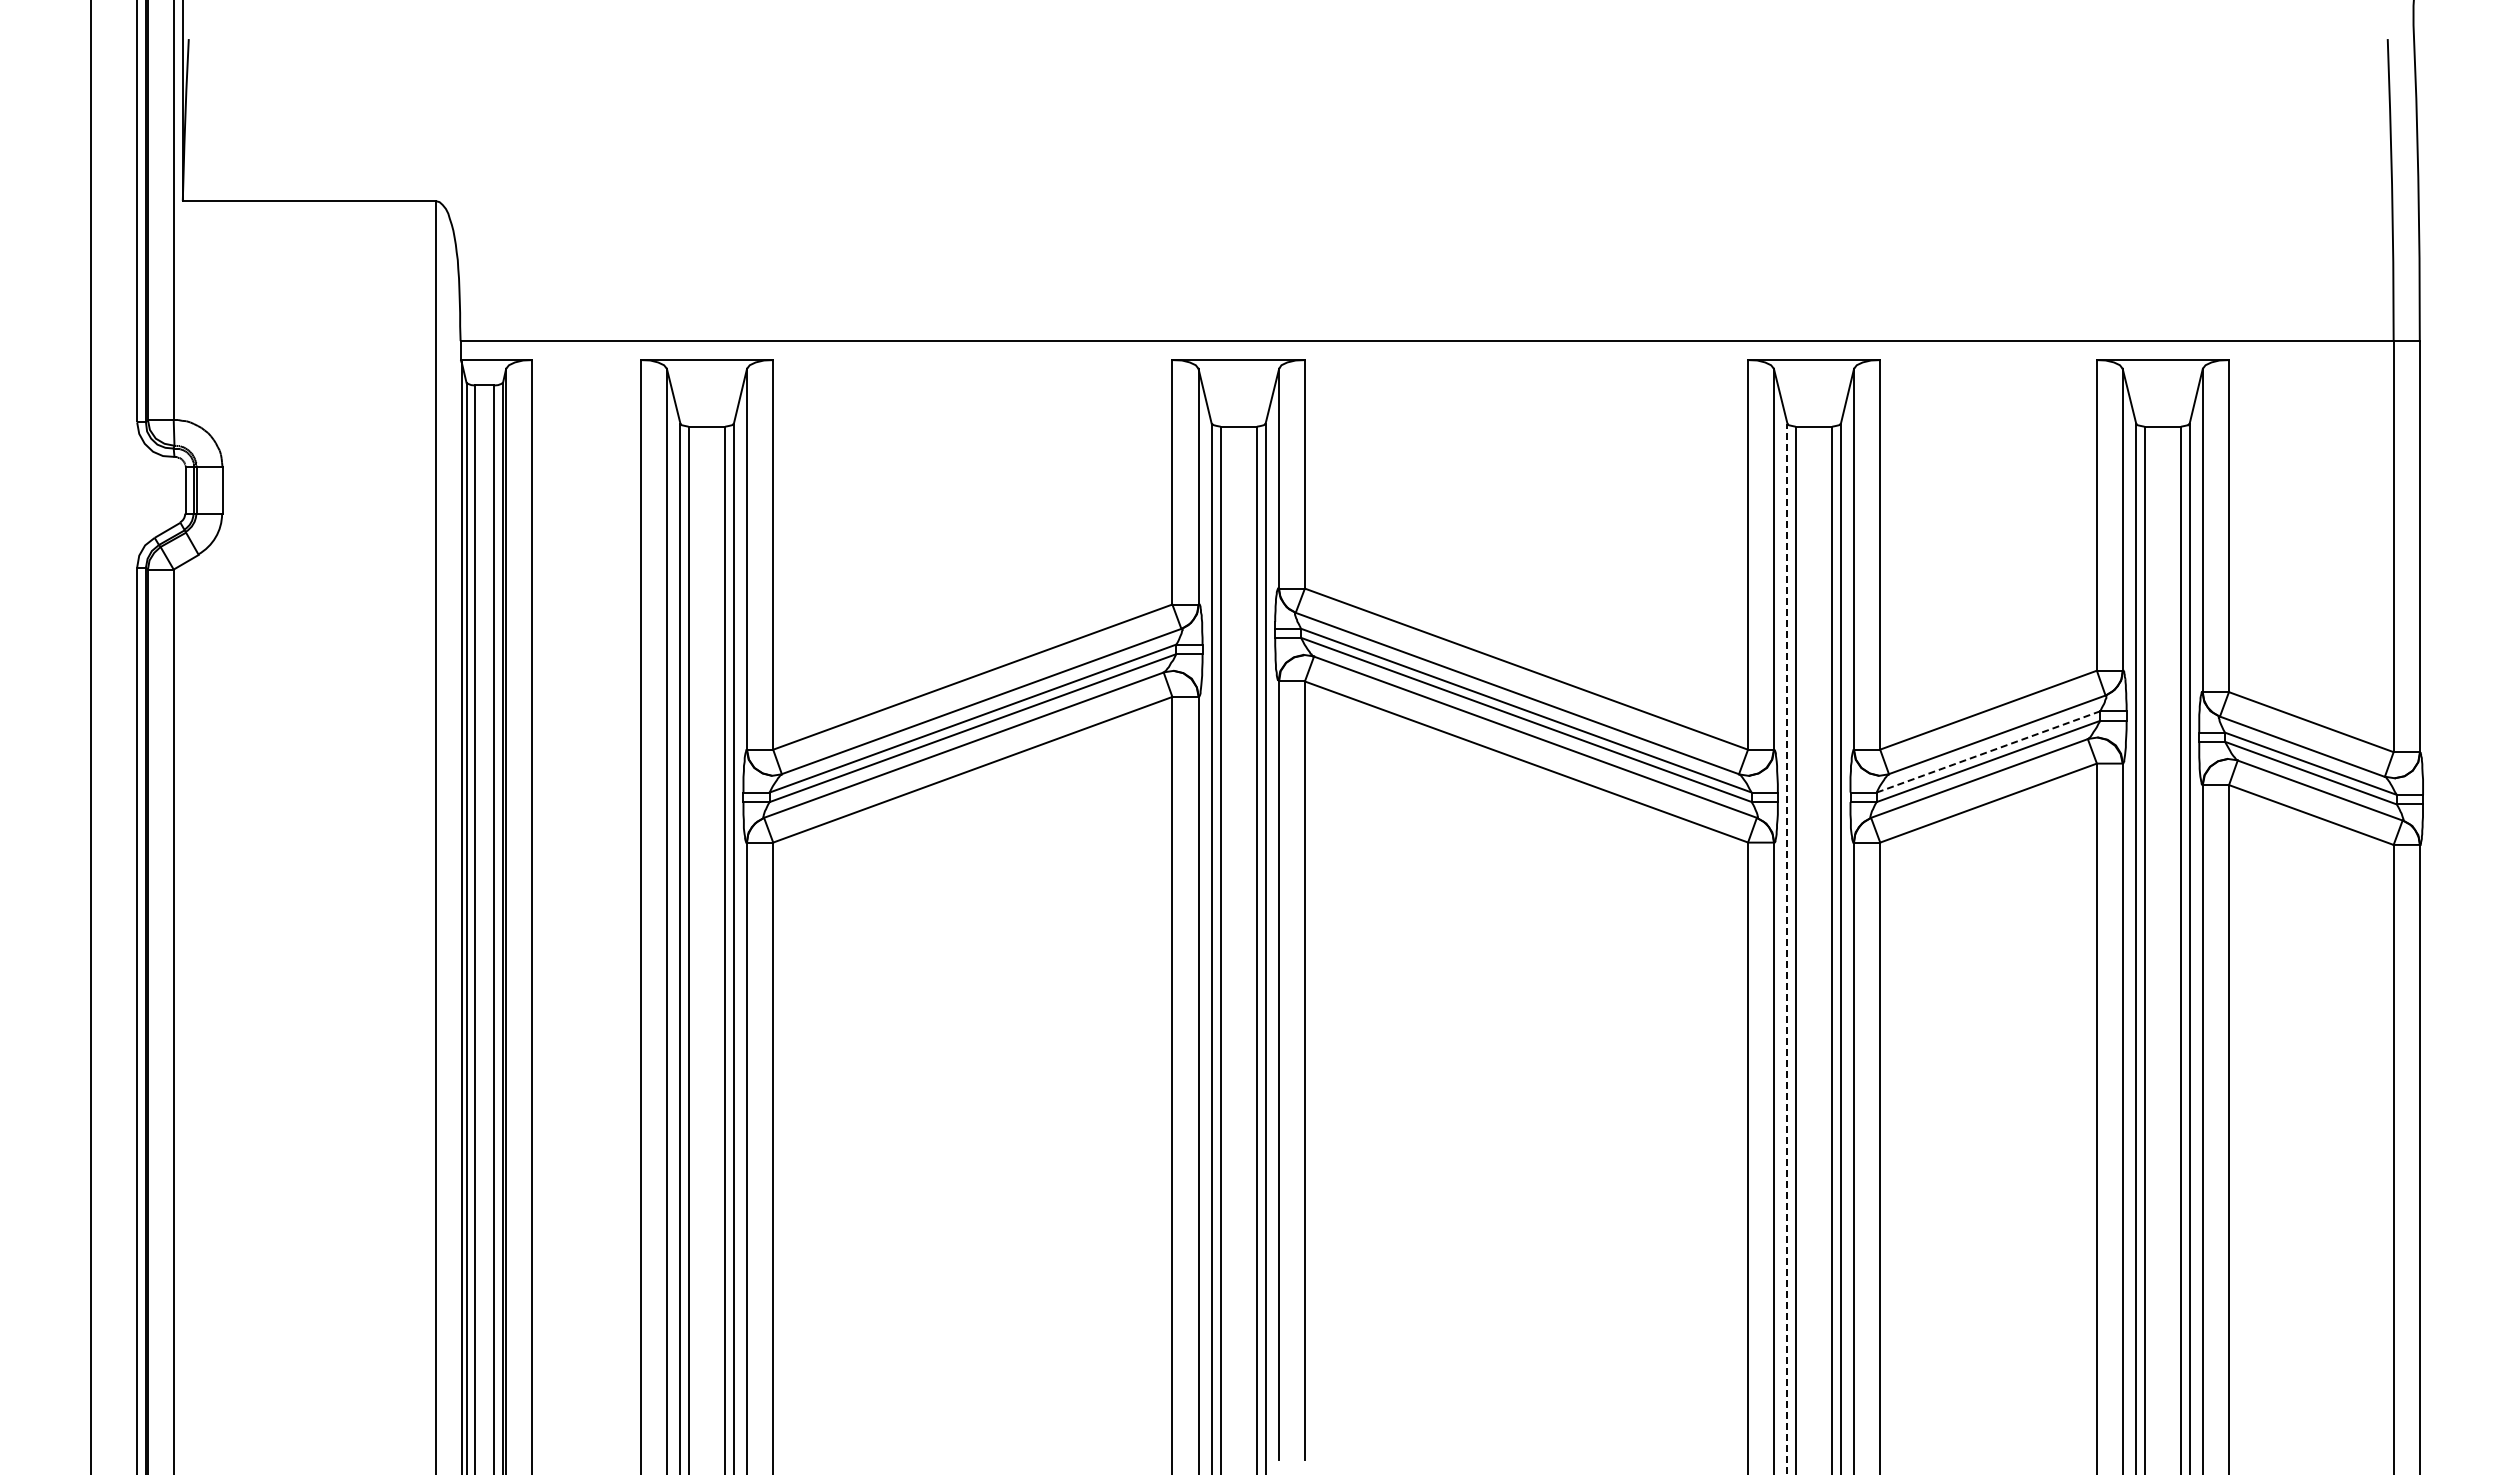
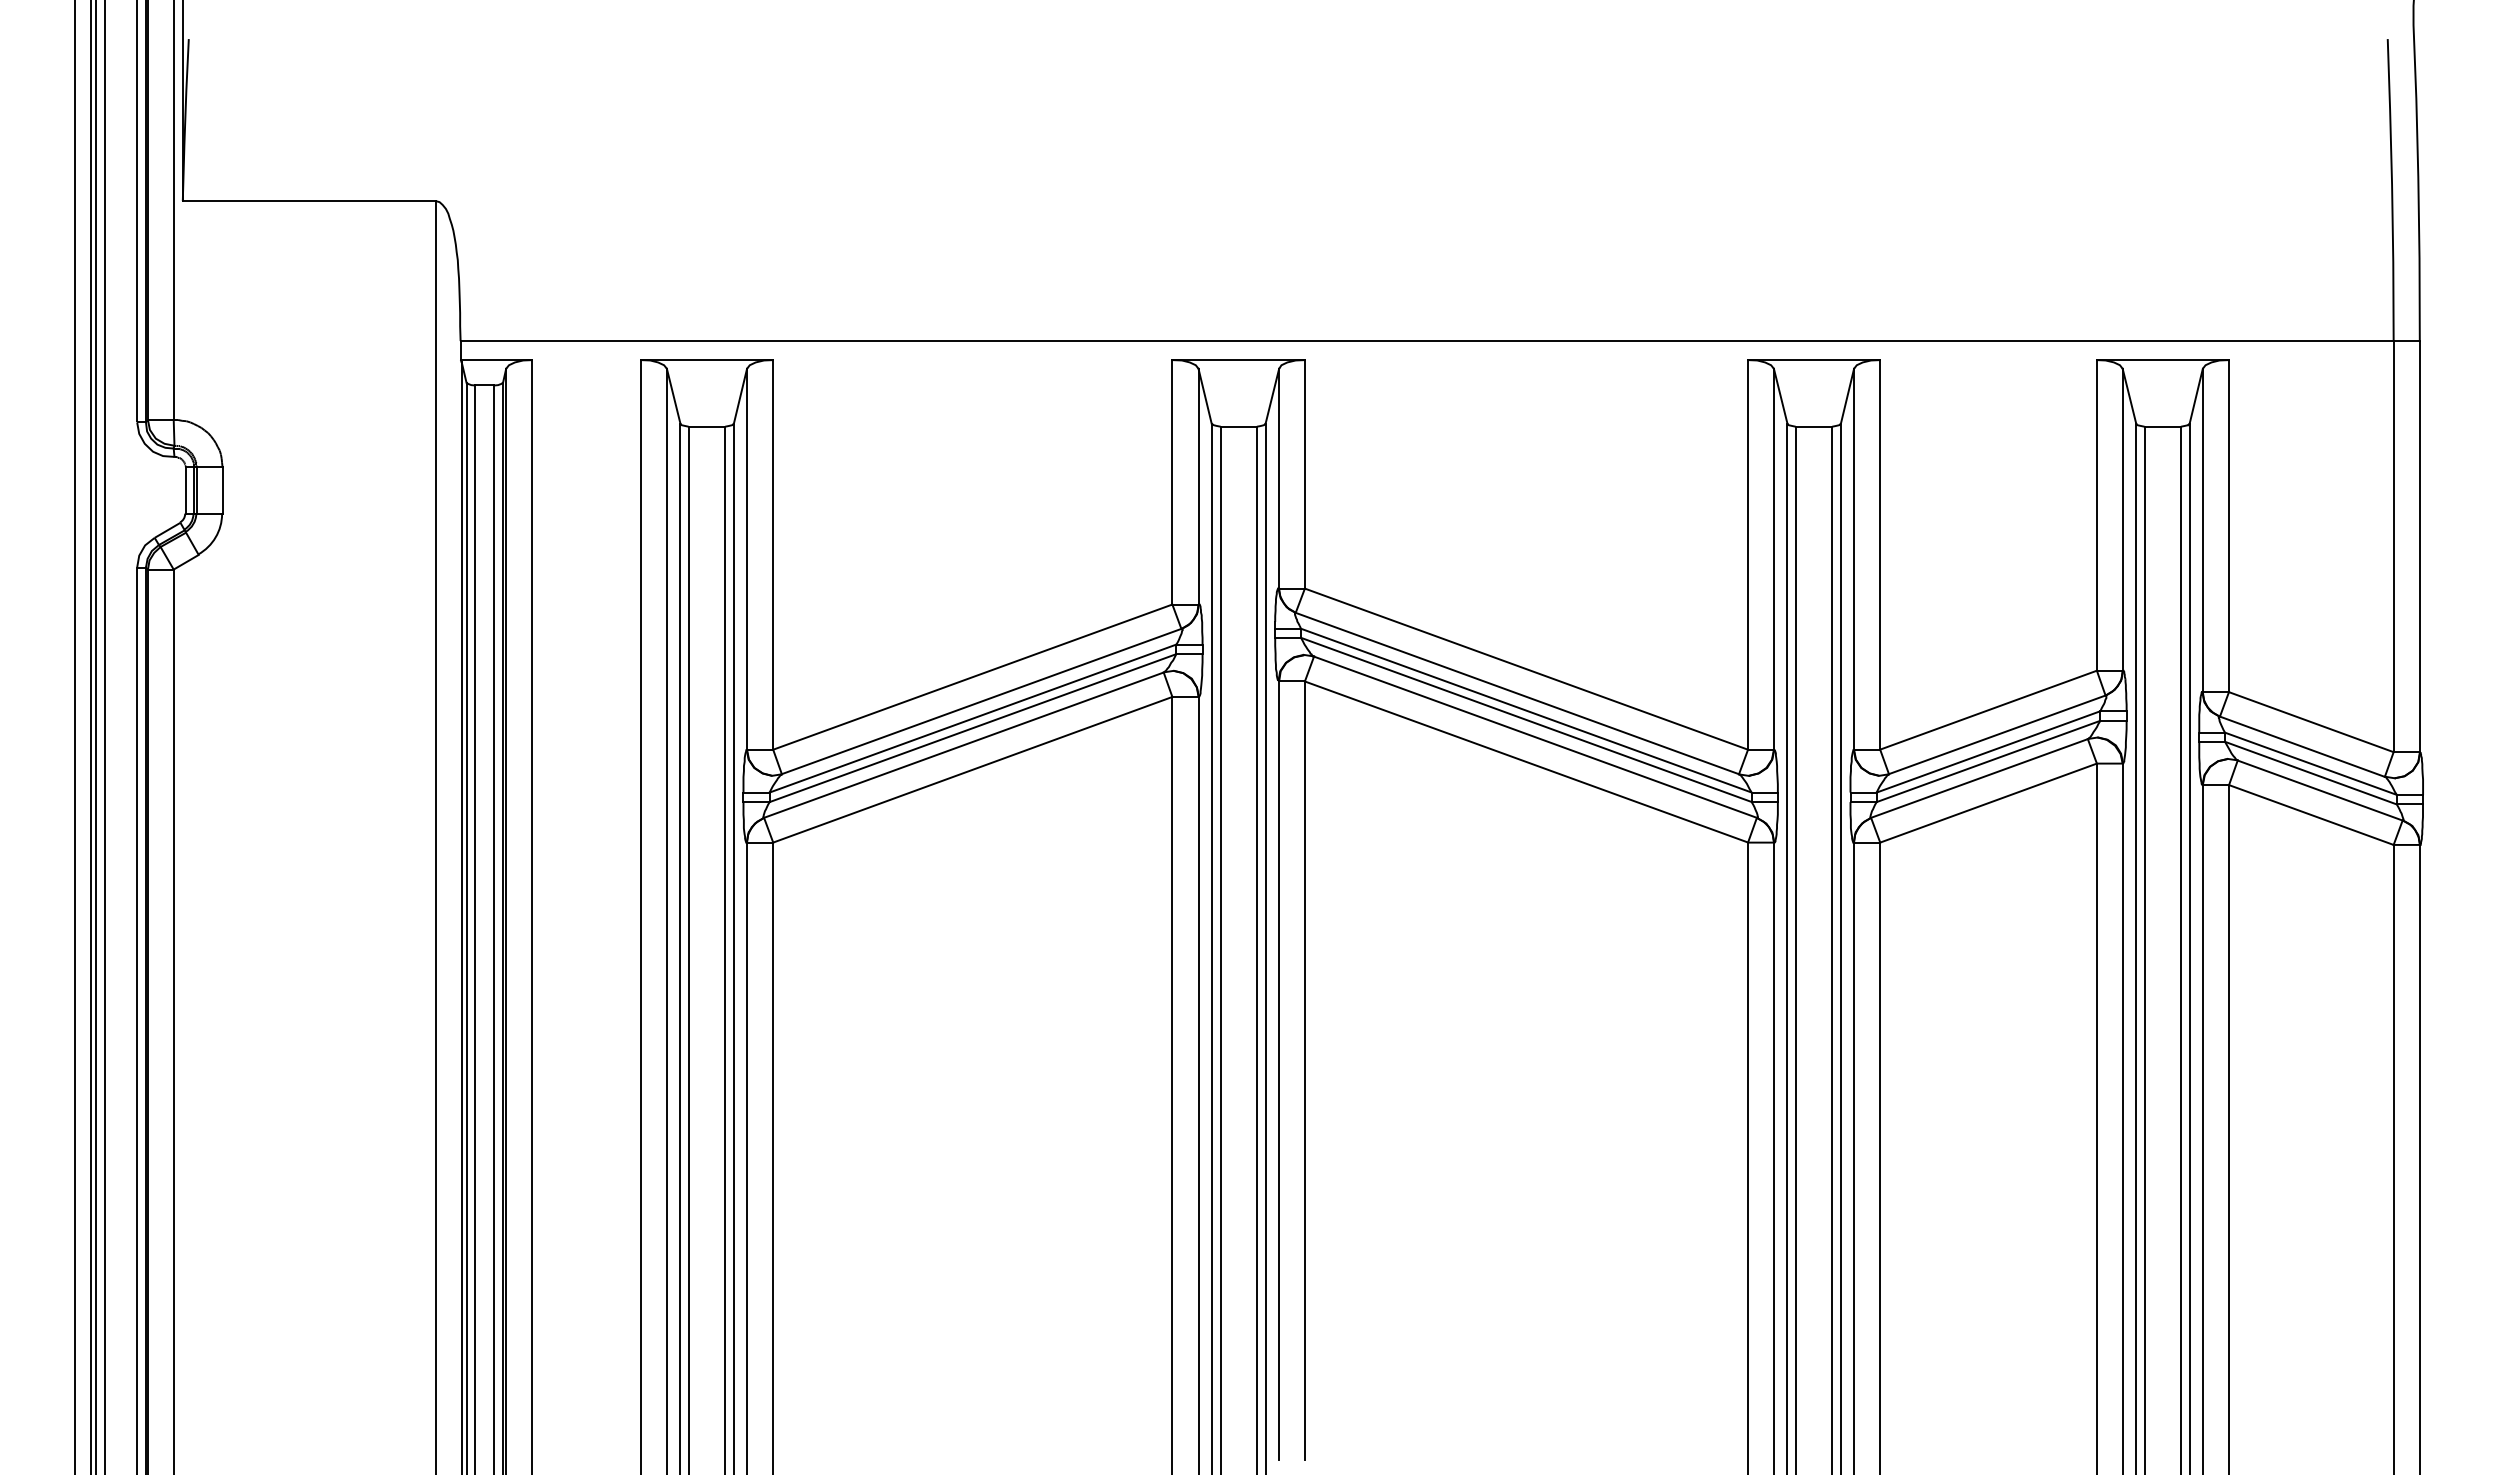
line at (74, 736): none -> present
line at (96, 736): none -> present
line at (105, 736): none -> present
line at (1988, 752): dashed -> solid
line at (1787, 948): dashed -> solid
